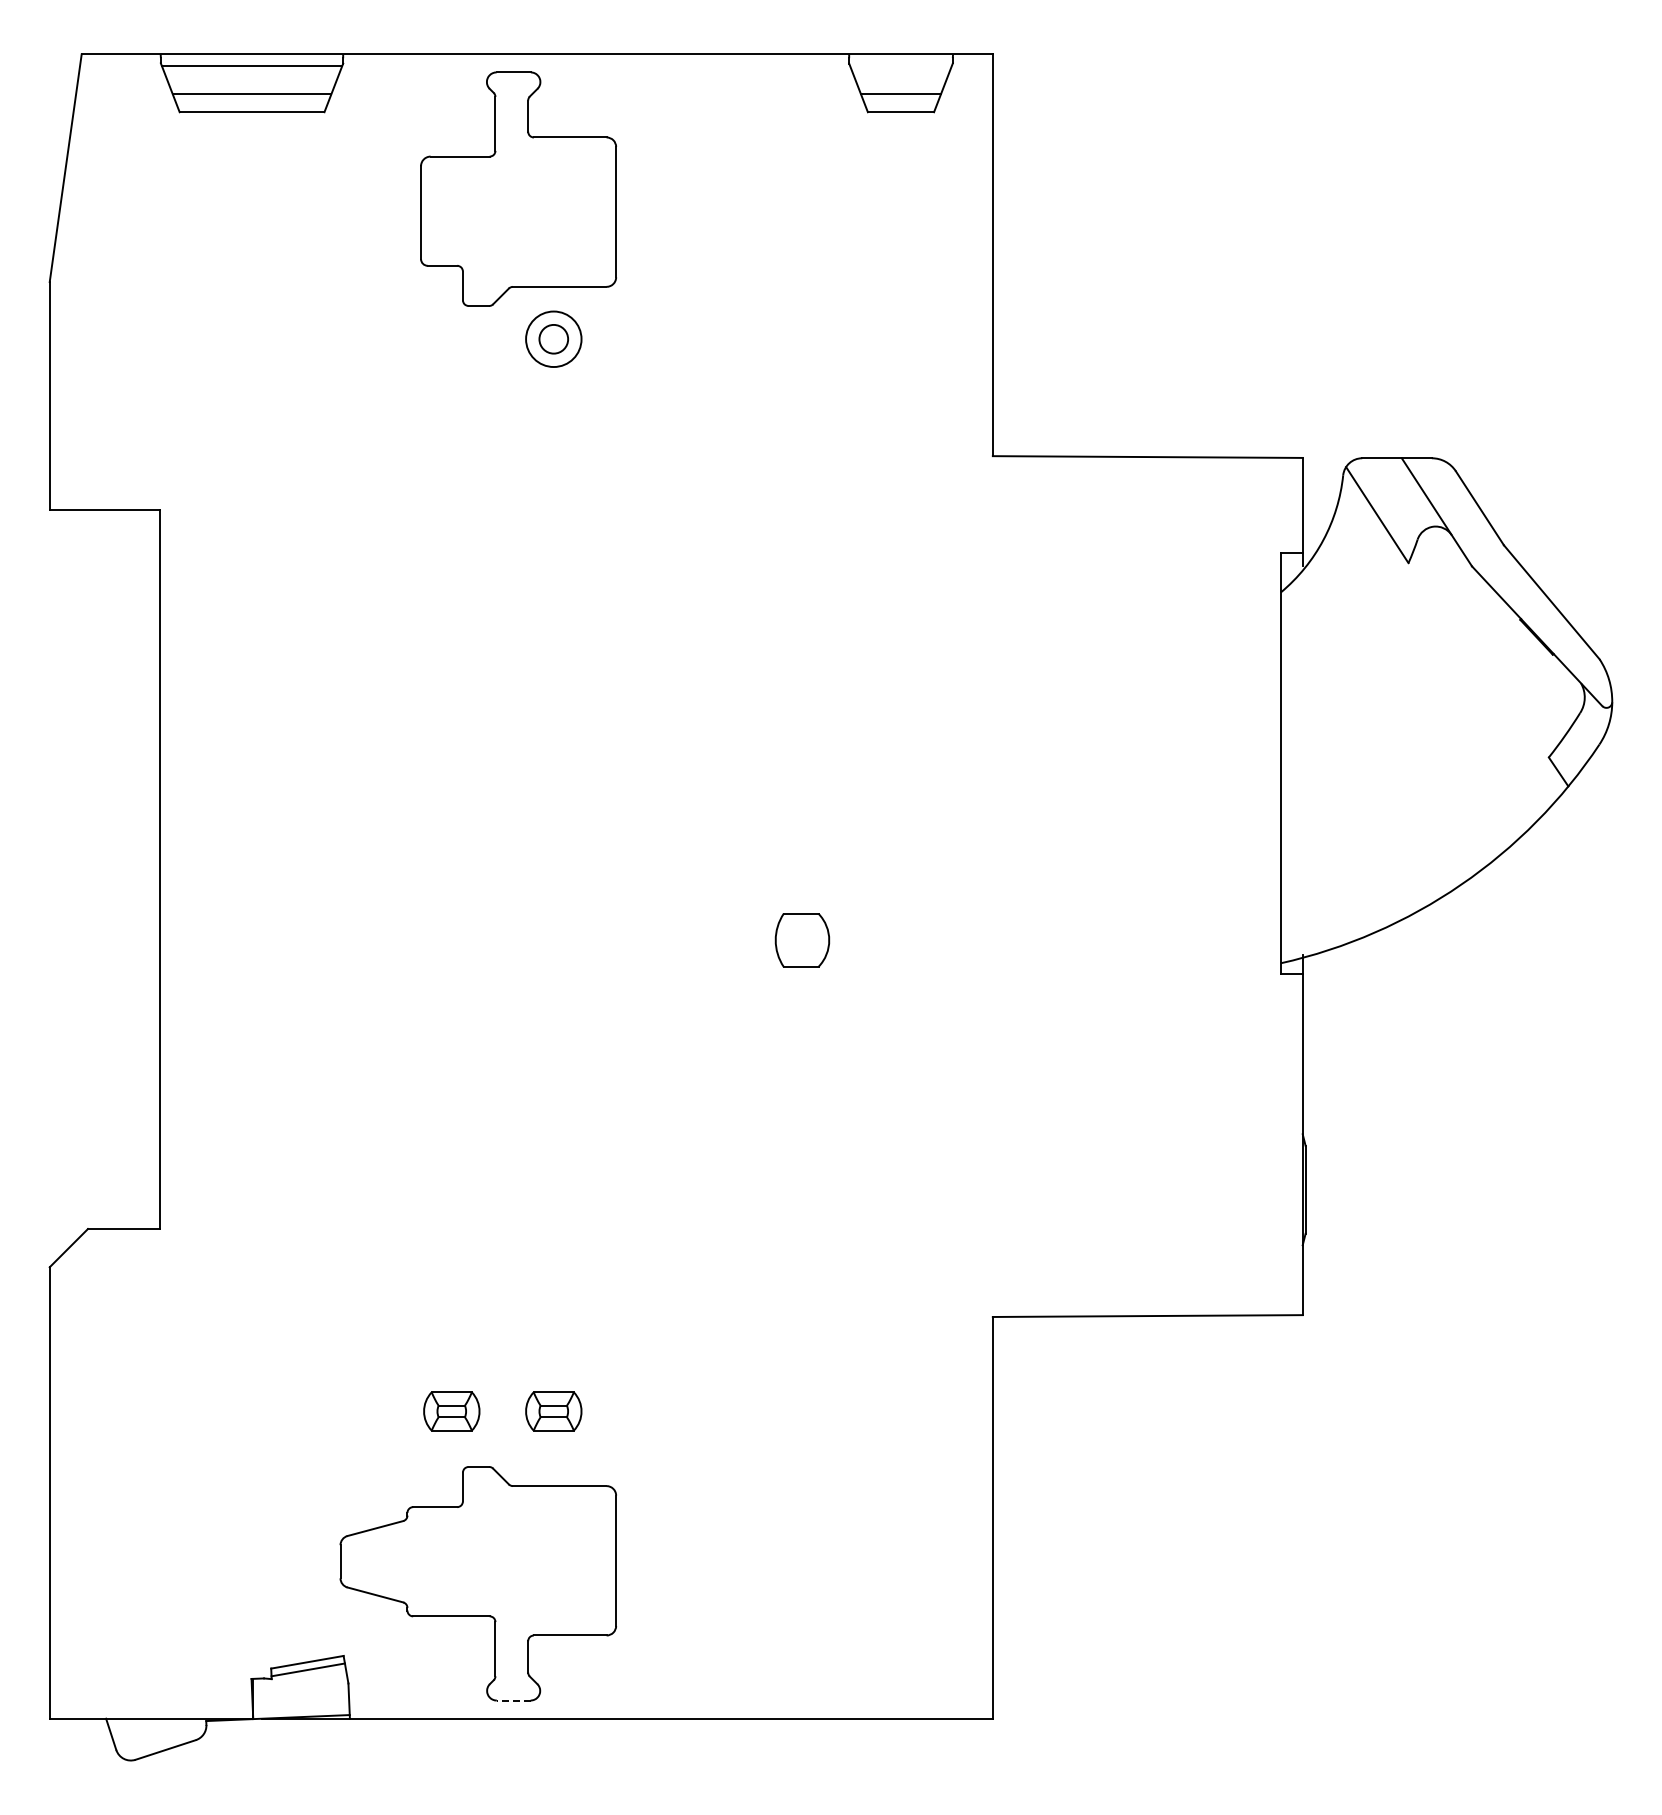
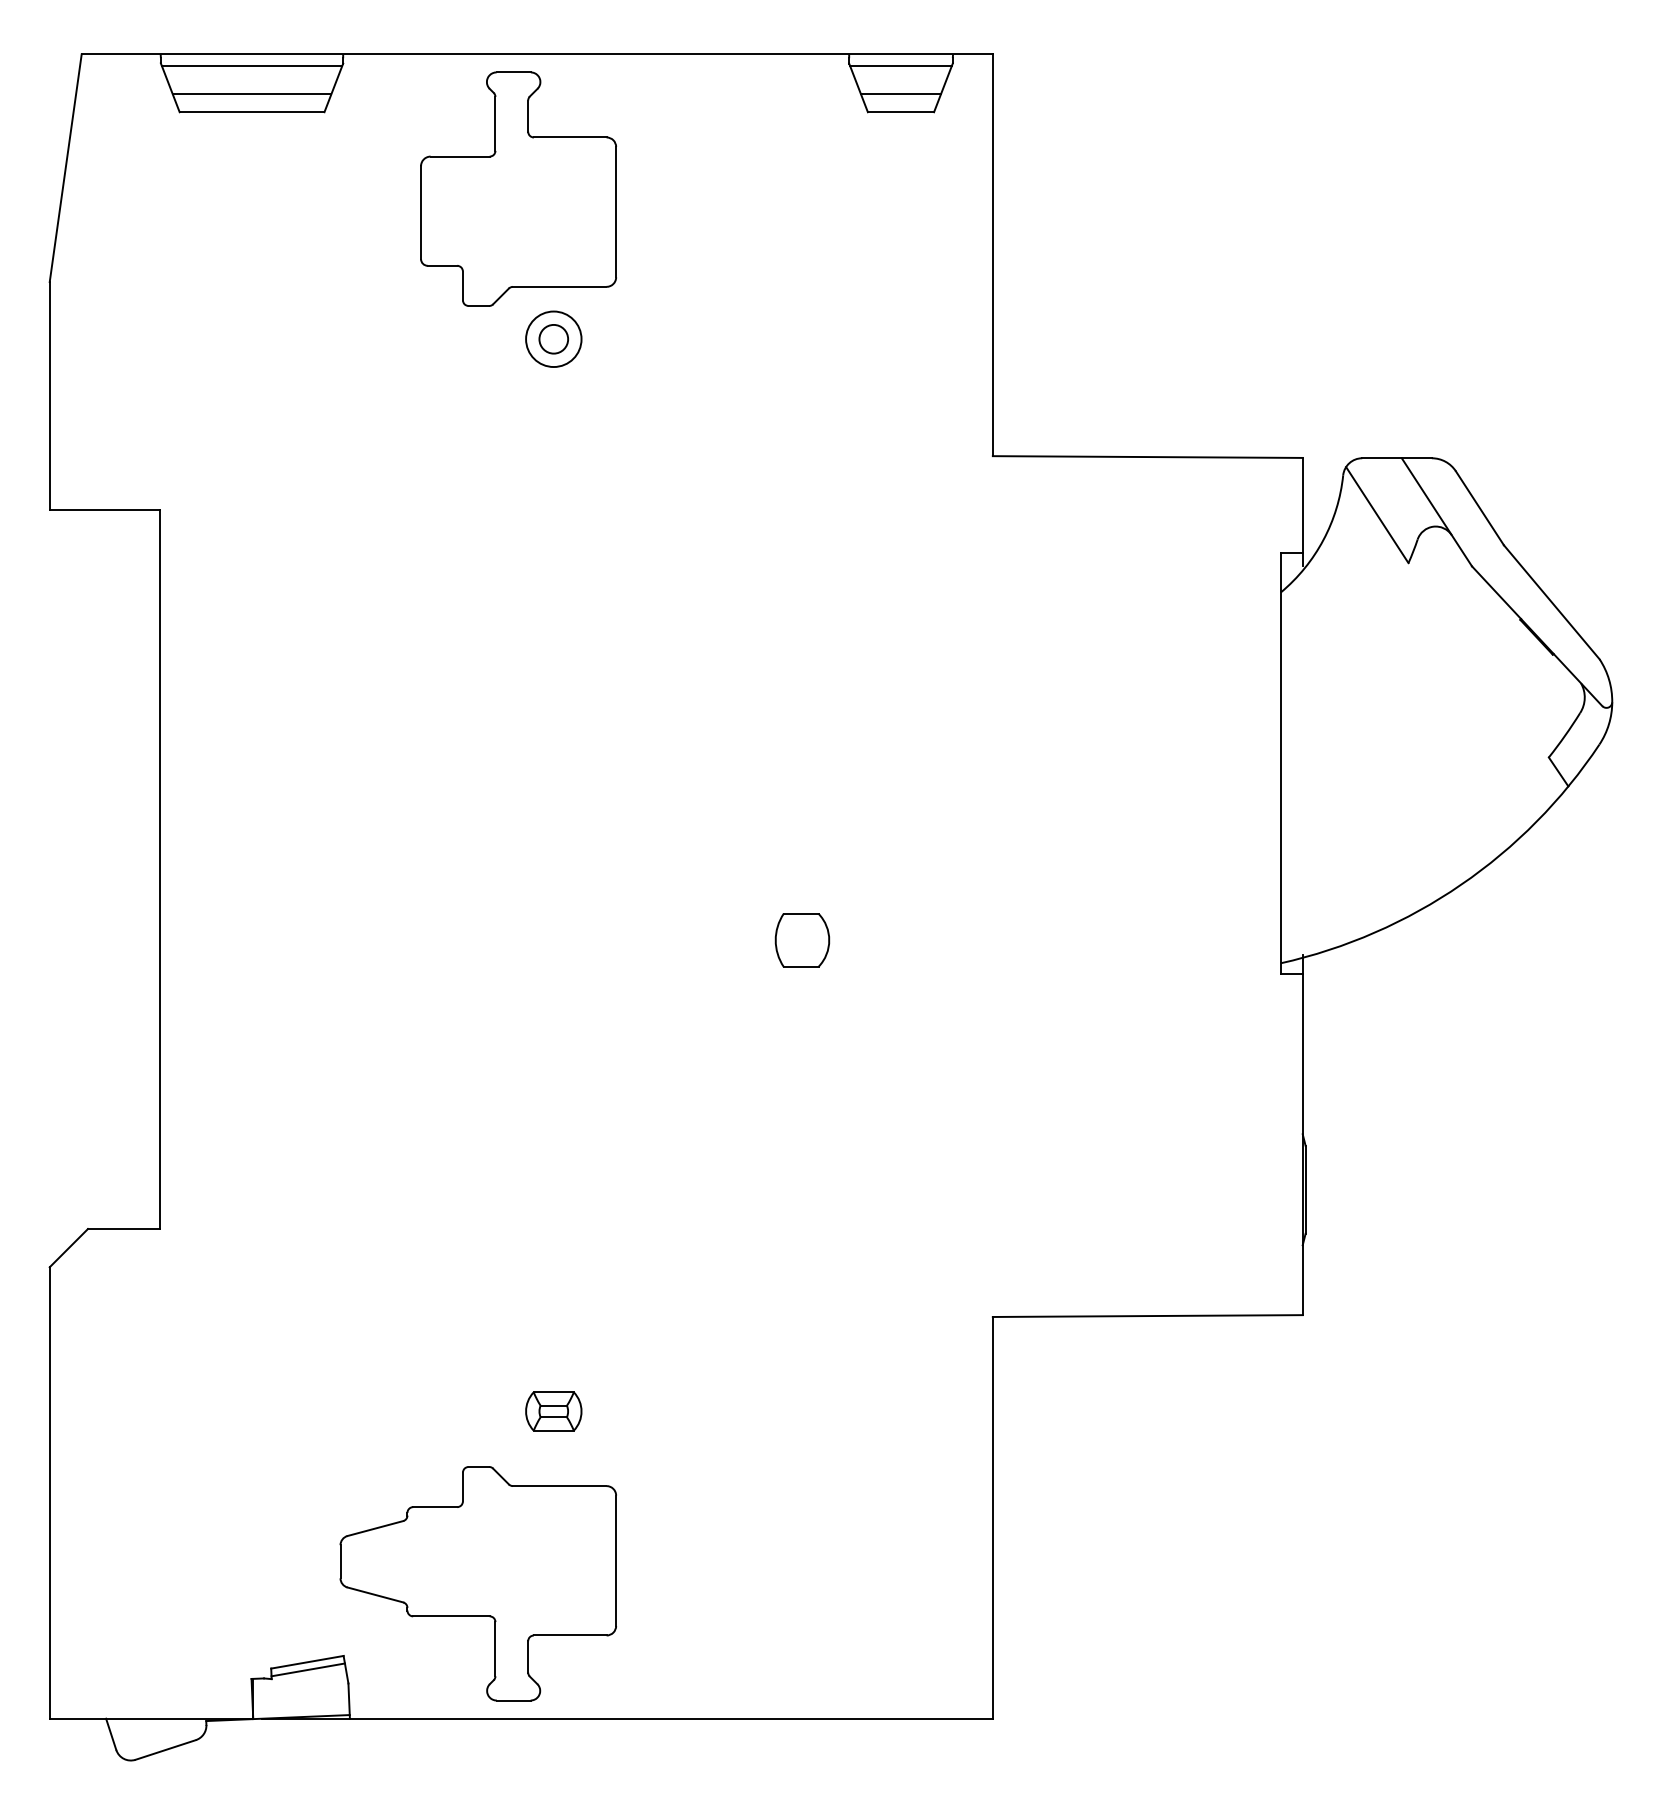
line at (900, 66): none -> present
part at (451, 1411): present -> none
line at (513, 1700): dashed -> solid
